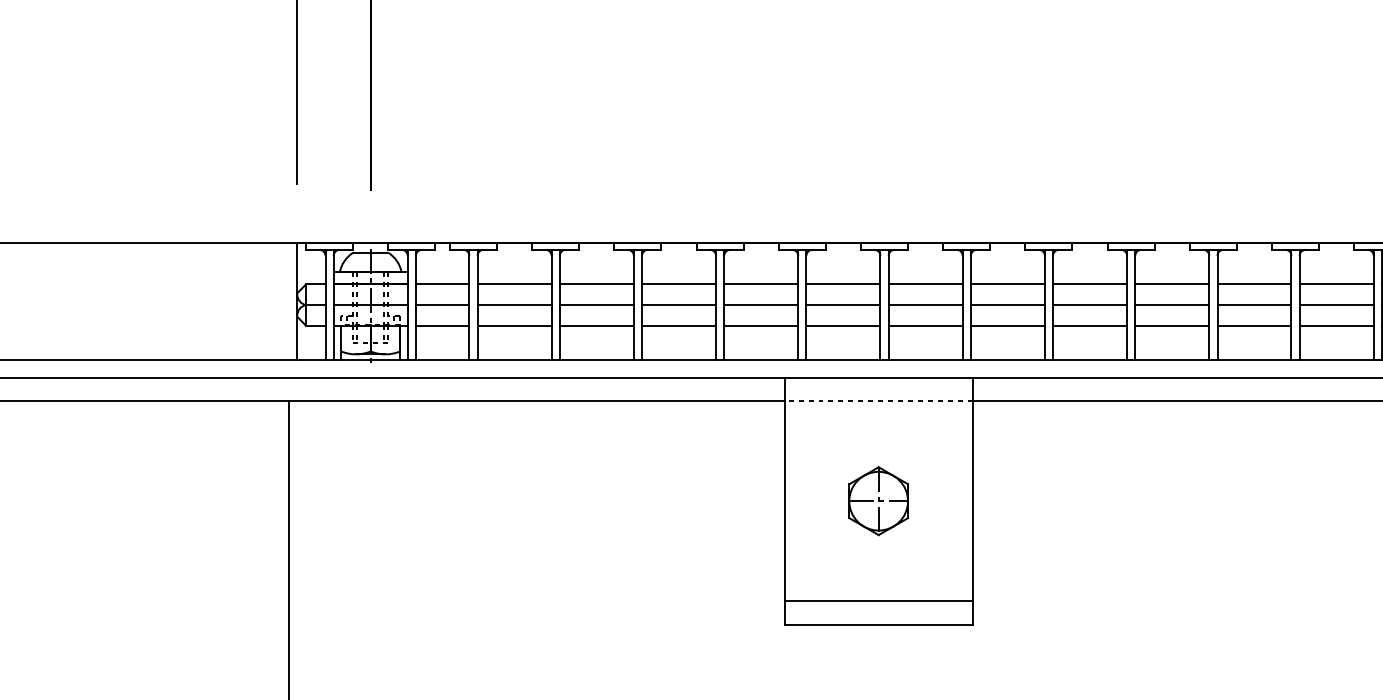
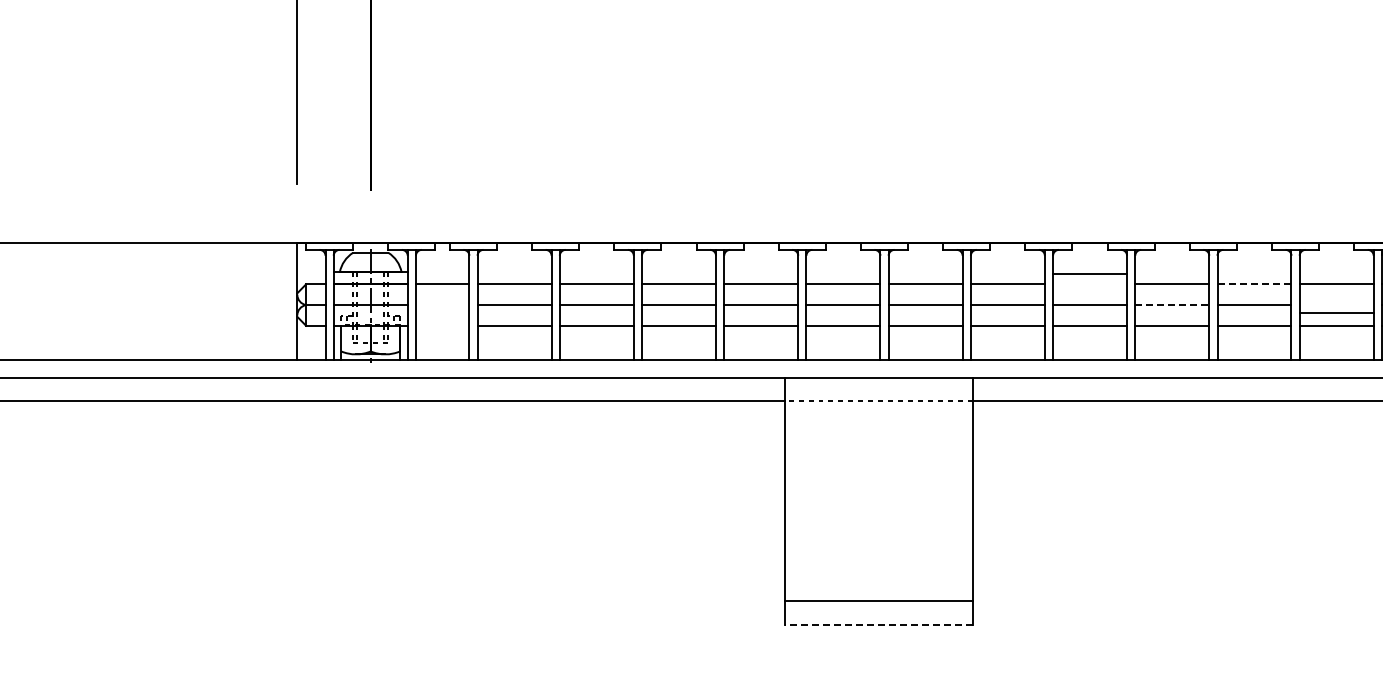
line at (1090, 284) position: (1090, 284) -> (1090, 274)
line at (1254, 284): solid -> dashed
line at (442, 305): present -> none
line at (1172, 305): solid -> dashed
line at (1336, 305) position: (1336, 305) -> (1336, 313)
line at (442, 325): present -> none
part at (878, 501): present -> none
line at (288, 548): present -> none
line at (878, 624): solid -> dashed
